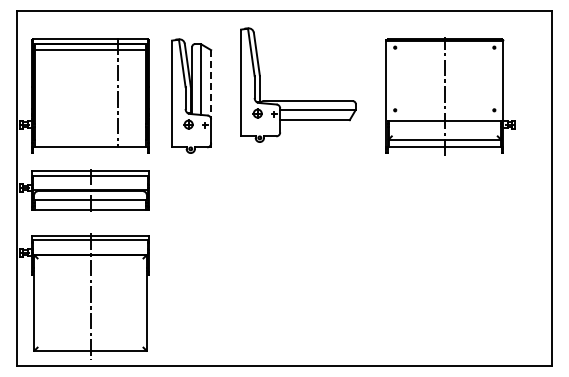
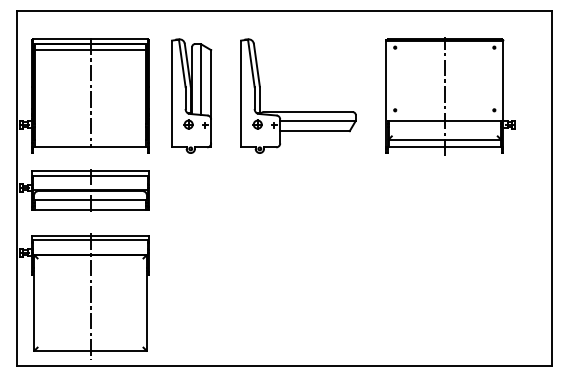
line at (211, 84): dashed -> solid
line at (117, 92) position: (117, 92) -> (90, 92)
part at (298, 100) position: (298, 100) -> (298, 111)
